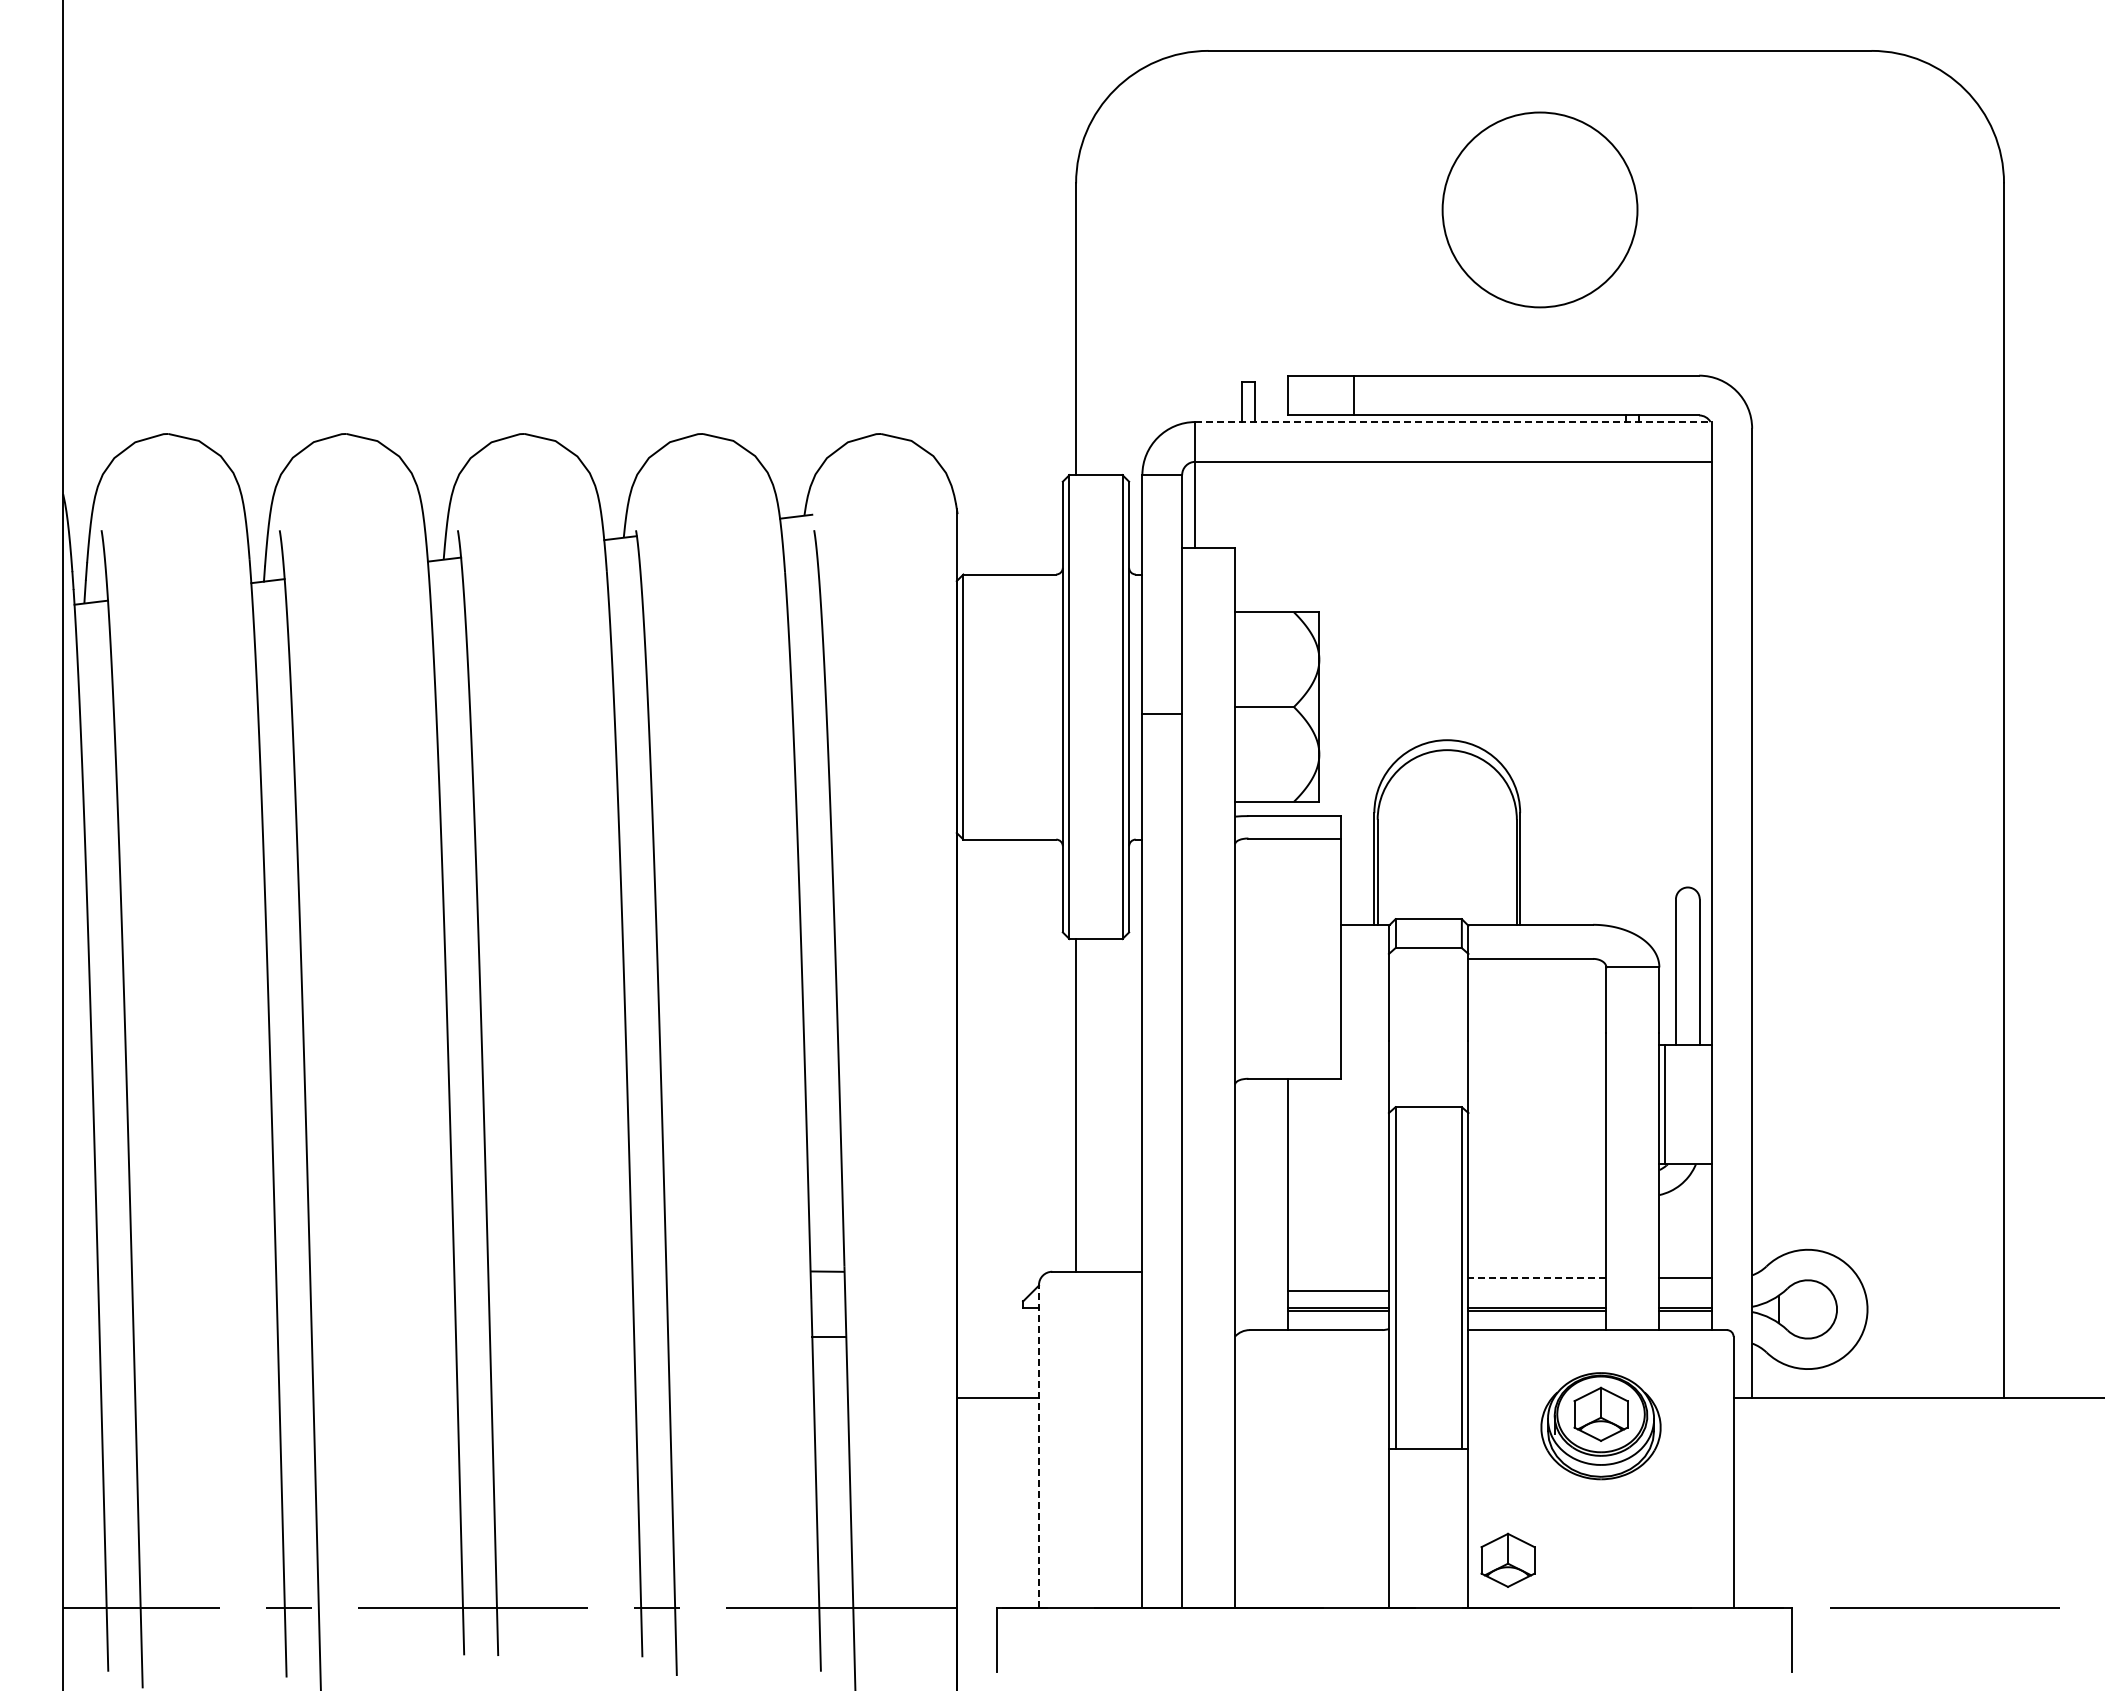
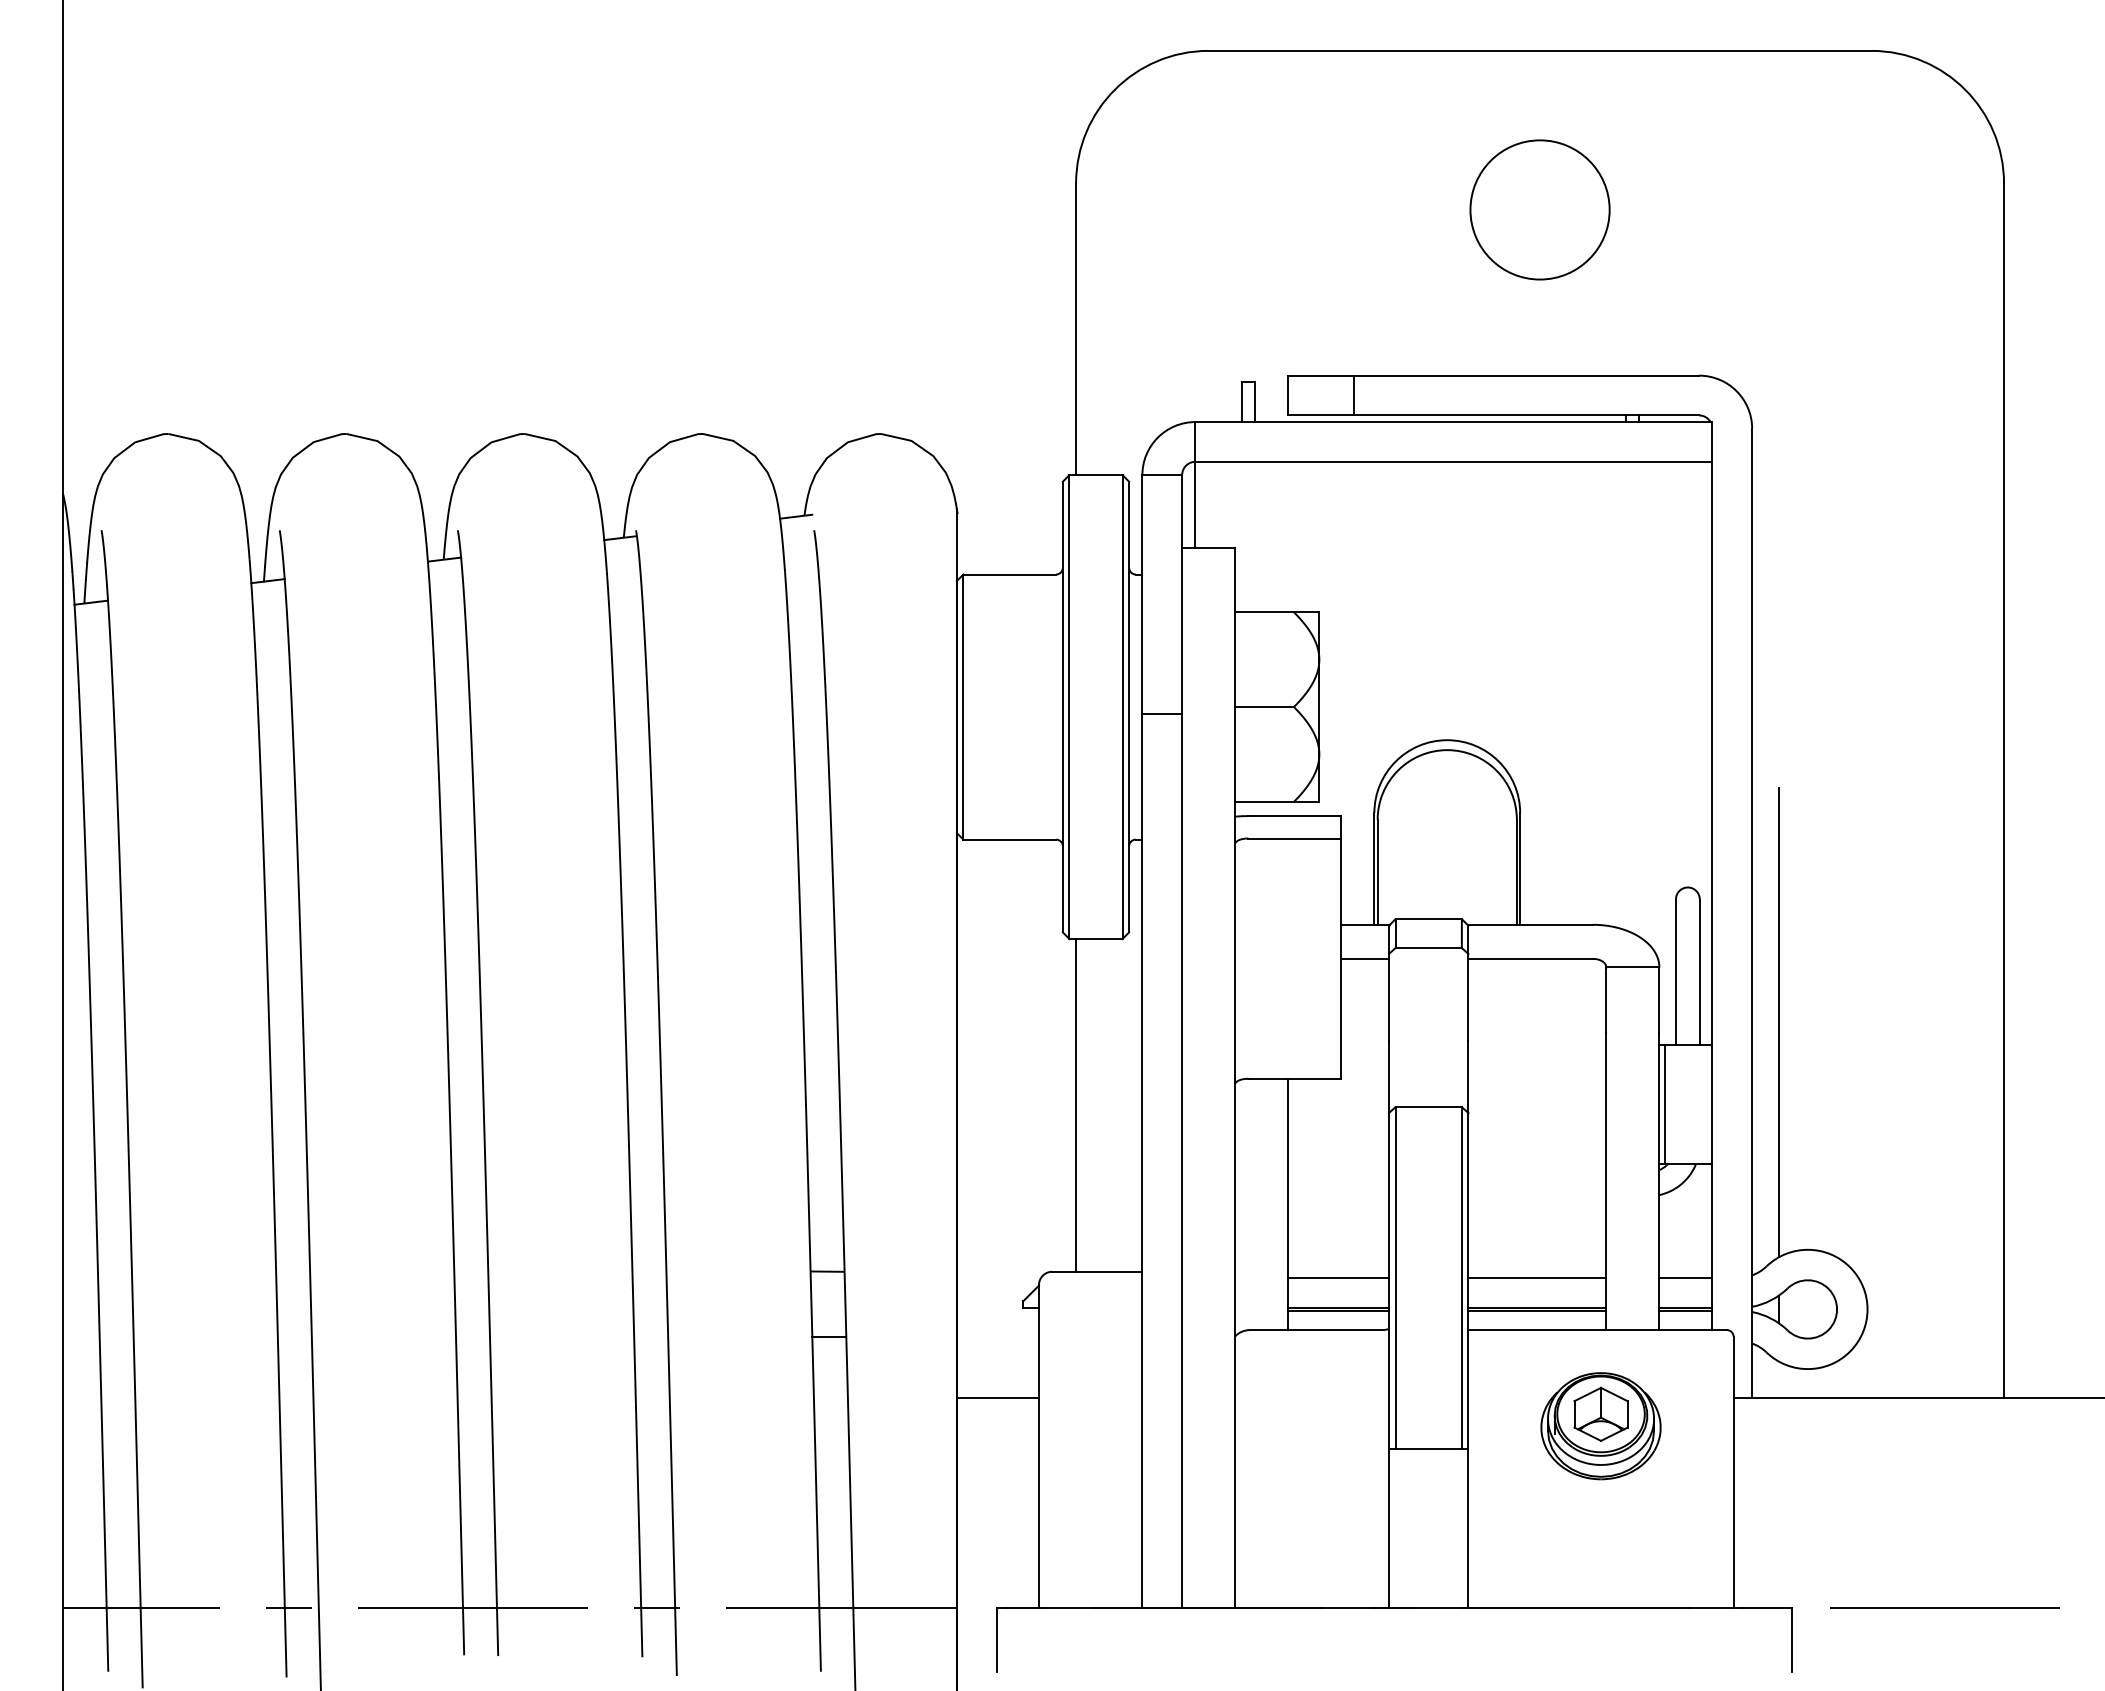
circle at (1539, 209) diameter: 195 px -> 139 px
line at (1454, 422): dashed -> solid
line at (1364, 958): none -> present
line at (1778, 1022): none -> present
line at (1537, 1277): dashed -> solid
line at (1338, 1290) position: (1338, 1290) -> (1338, 1277)
line at (1038, 1446): dashed -> solid
part at (1507, 1559): present -> none
